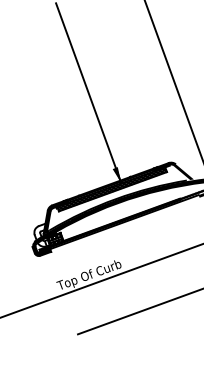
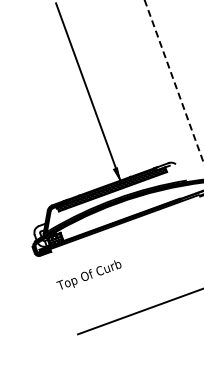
line at (174, 82): solid -> dashed
fill at (174, 171): present -> none
line at (101, 280): present -> none
